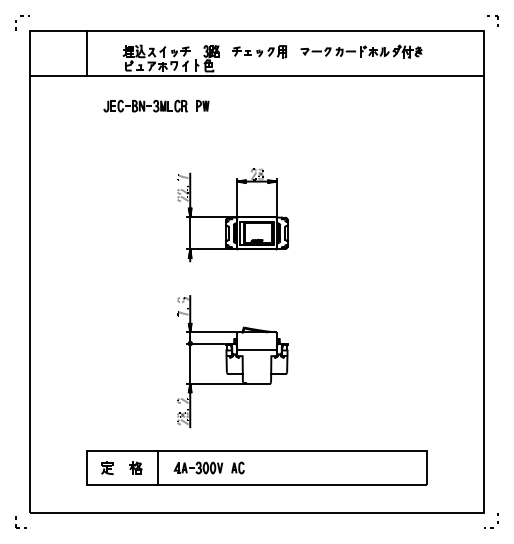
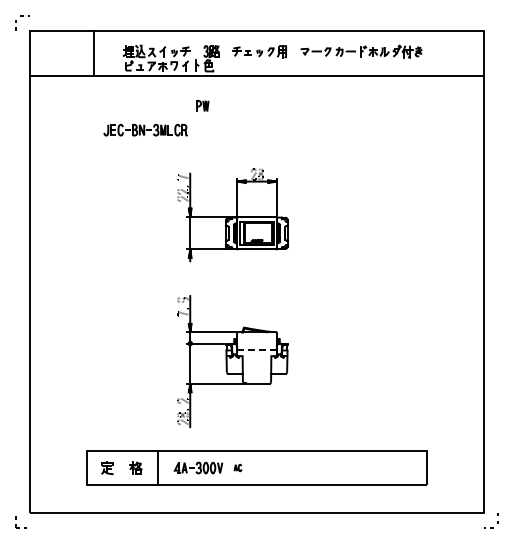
line at (489, 16): present -> none
line at (86, 52) position: (86, 52) -> (93, 52)
part at (145, 105) position: (145, 105) -> (145, 129)
line at (257, 350): solid -> dashed
part at (237, 467) size: 14x14 px -> 10x10 px
